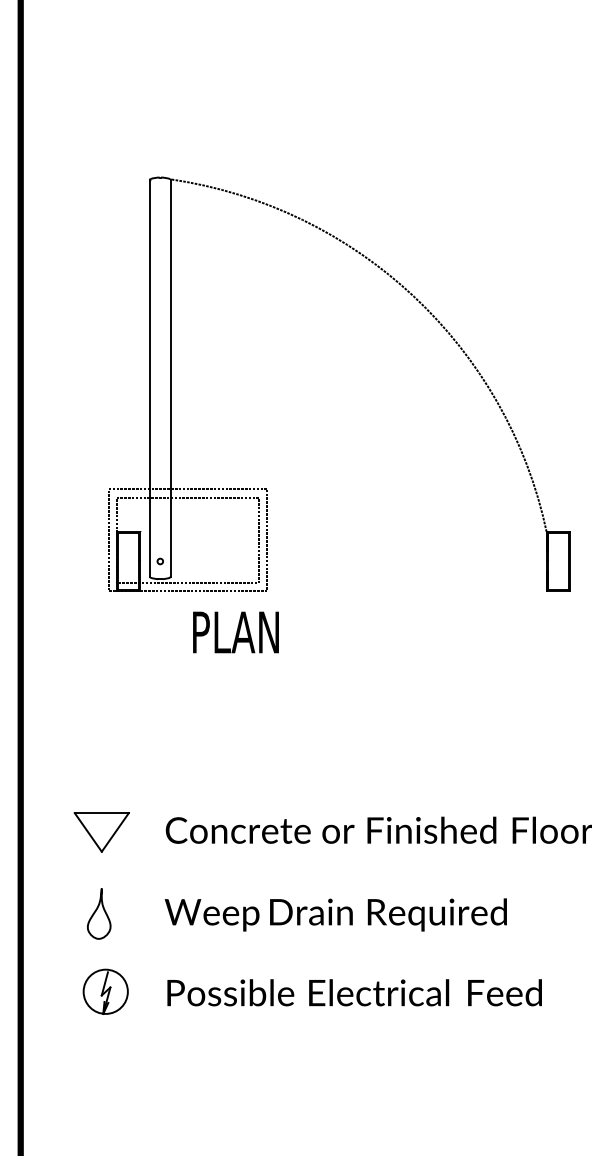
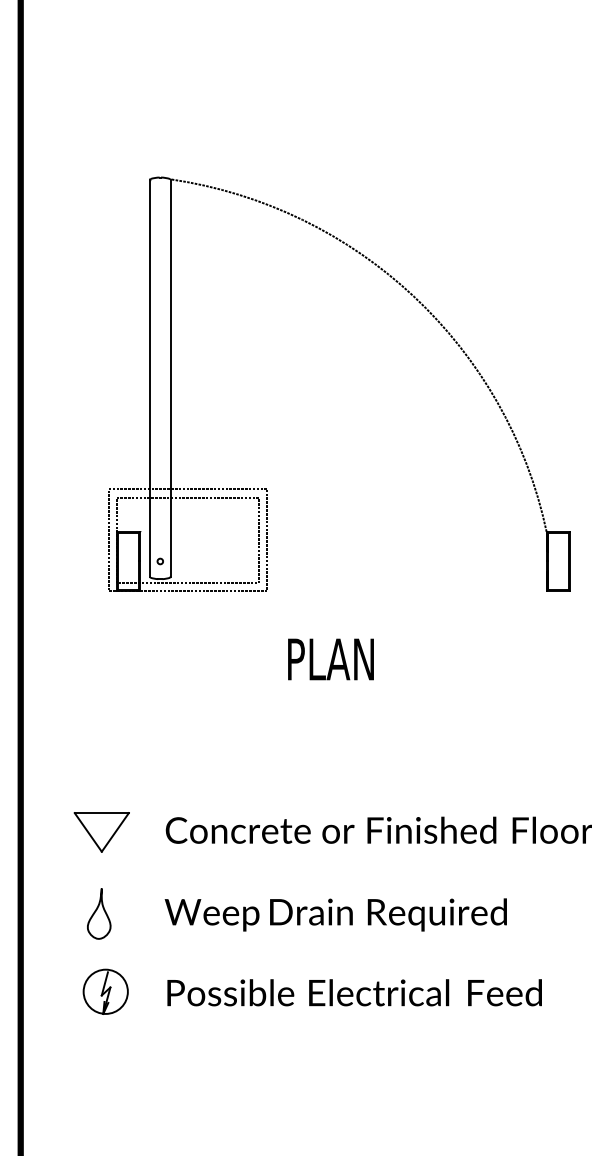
text at (235, 632) position: (235, 632) -> (330, 659)
